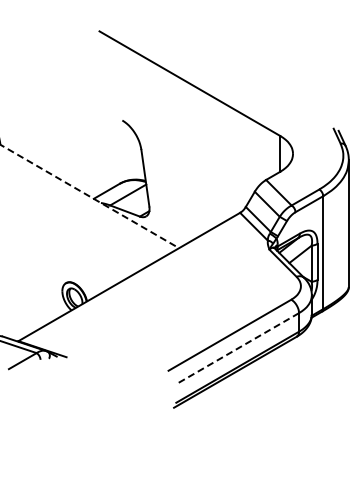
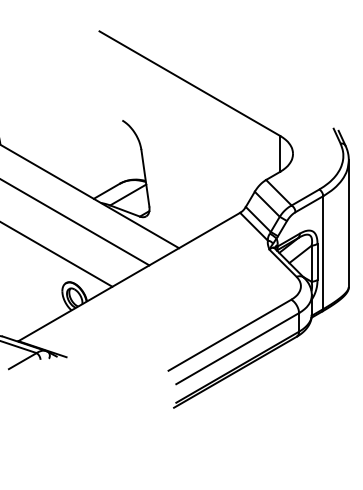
line at (89, 196): dashed -> solid
line at (75, 222): none -> present
line at (57, 254): none -> present
line at (237, 348): dashed -> solid
